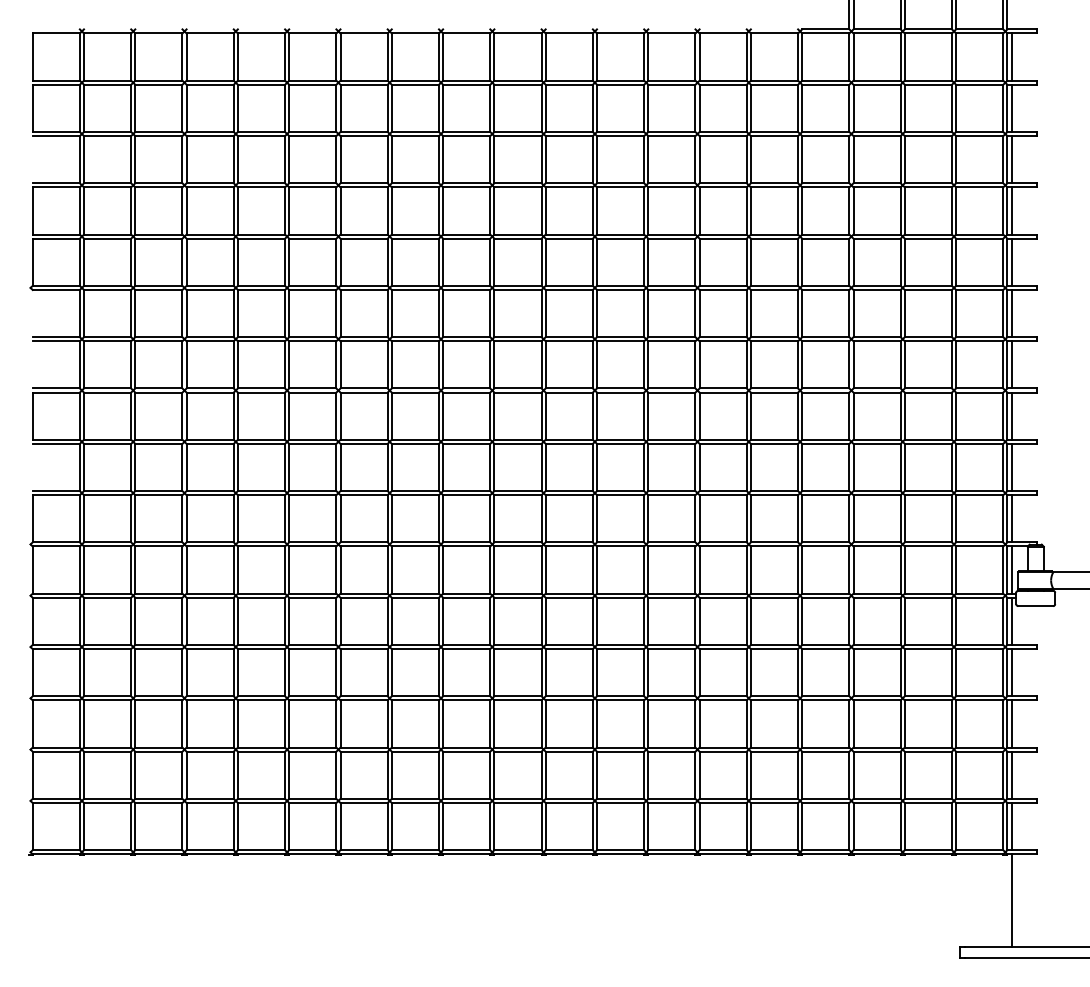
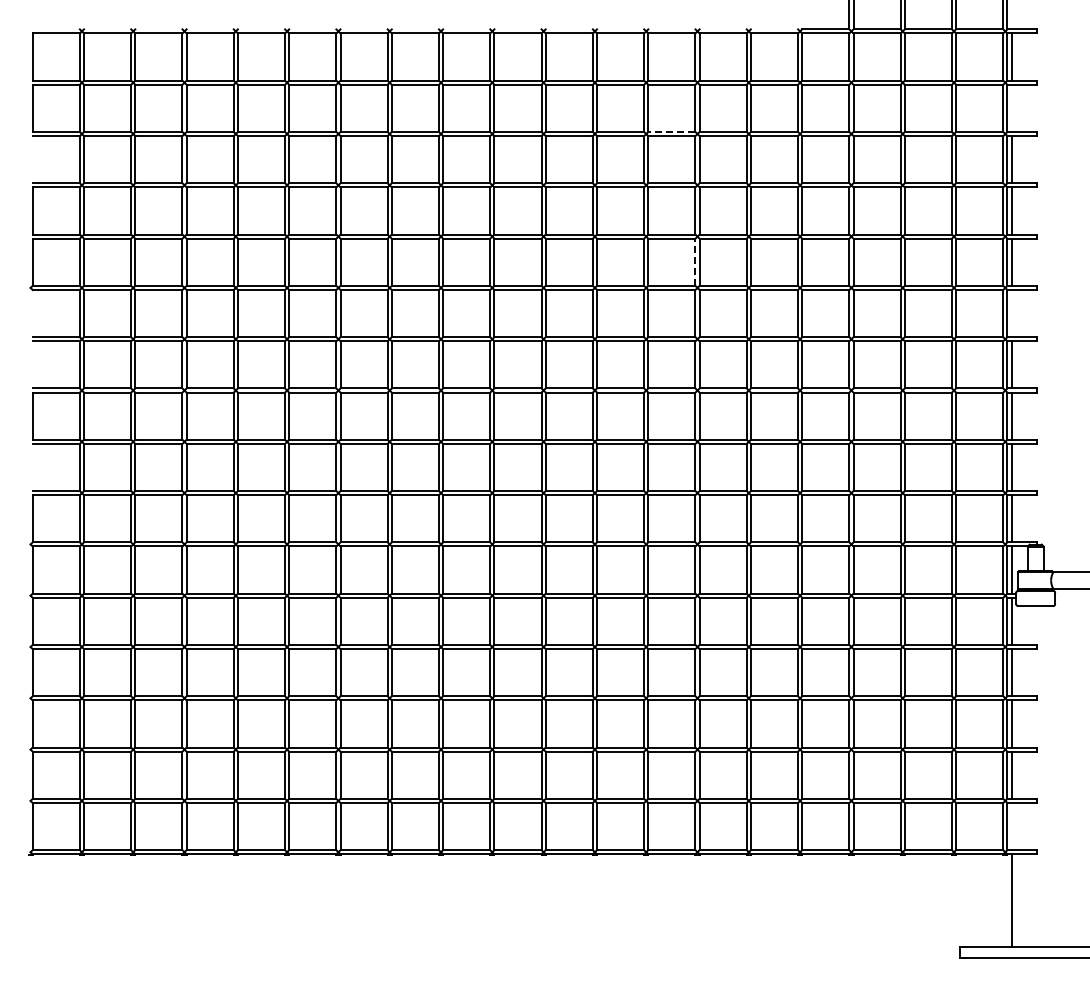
line at (1011, 107): present -> none
line at (671, 131): solid -> dashed
line at (695, 262): solid -> dashed
line at (1011, 313): present -> none
line at (1011, 826): present -> none
